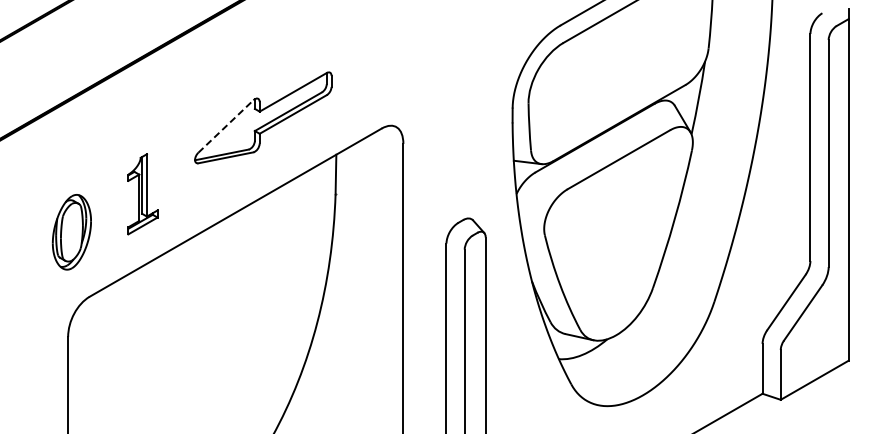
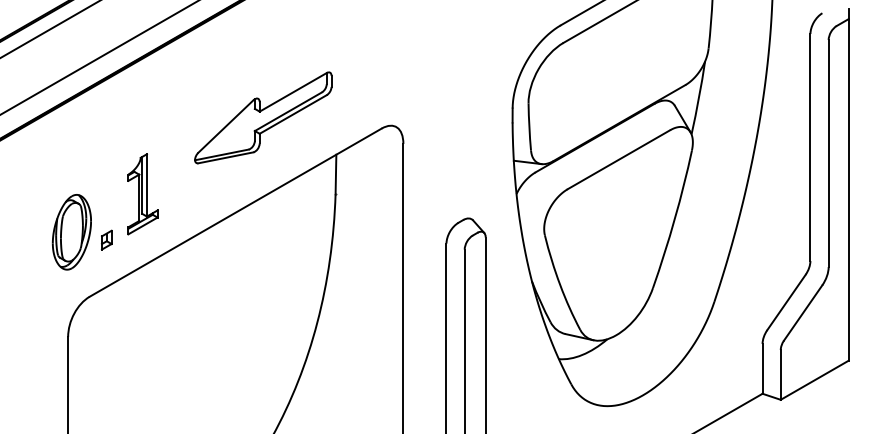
line at (49, 29): none -> present
line at (98, 57): none -> present
line at (226, 126): dashed -> solid
part at (106, 239): none -> present
